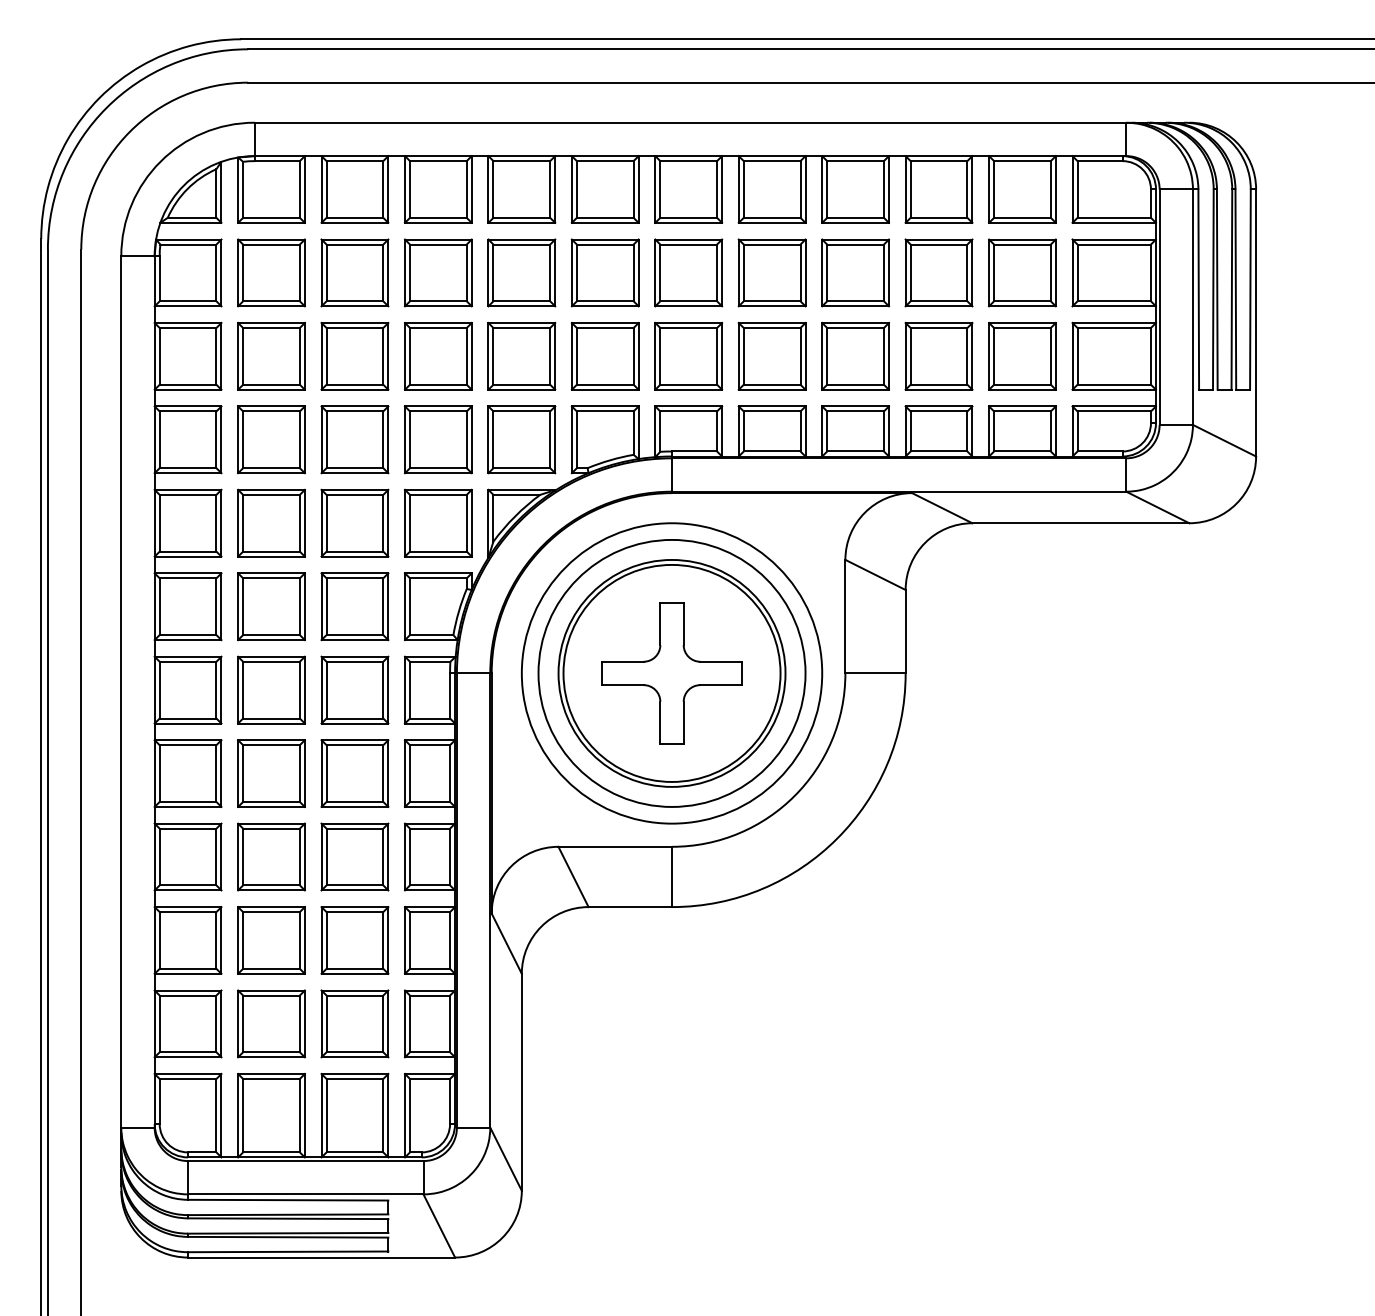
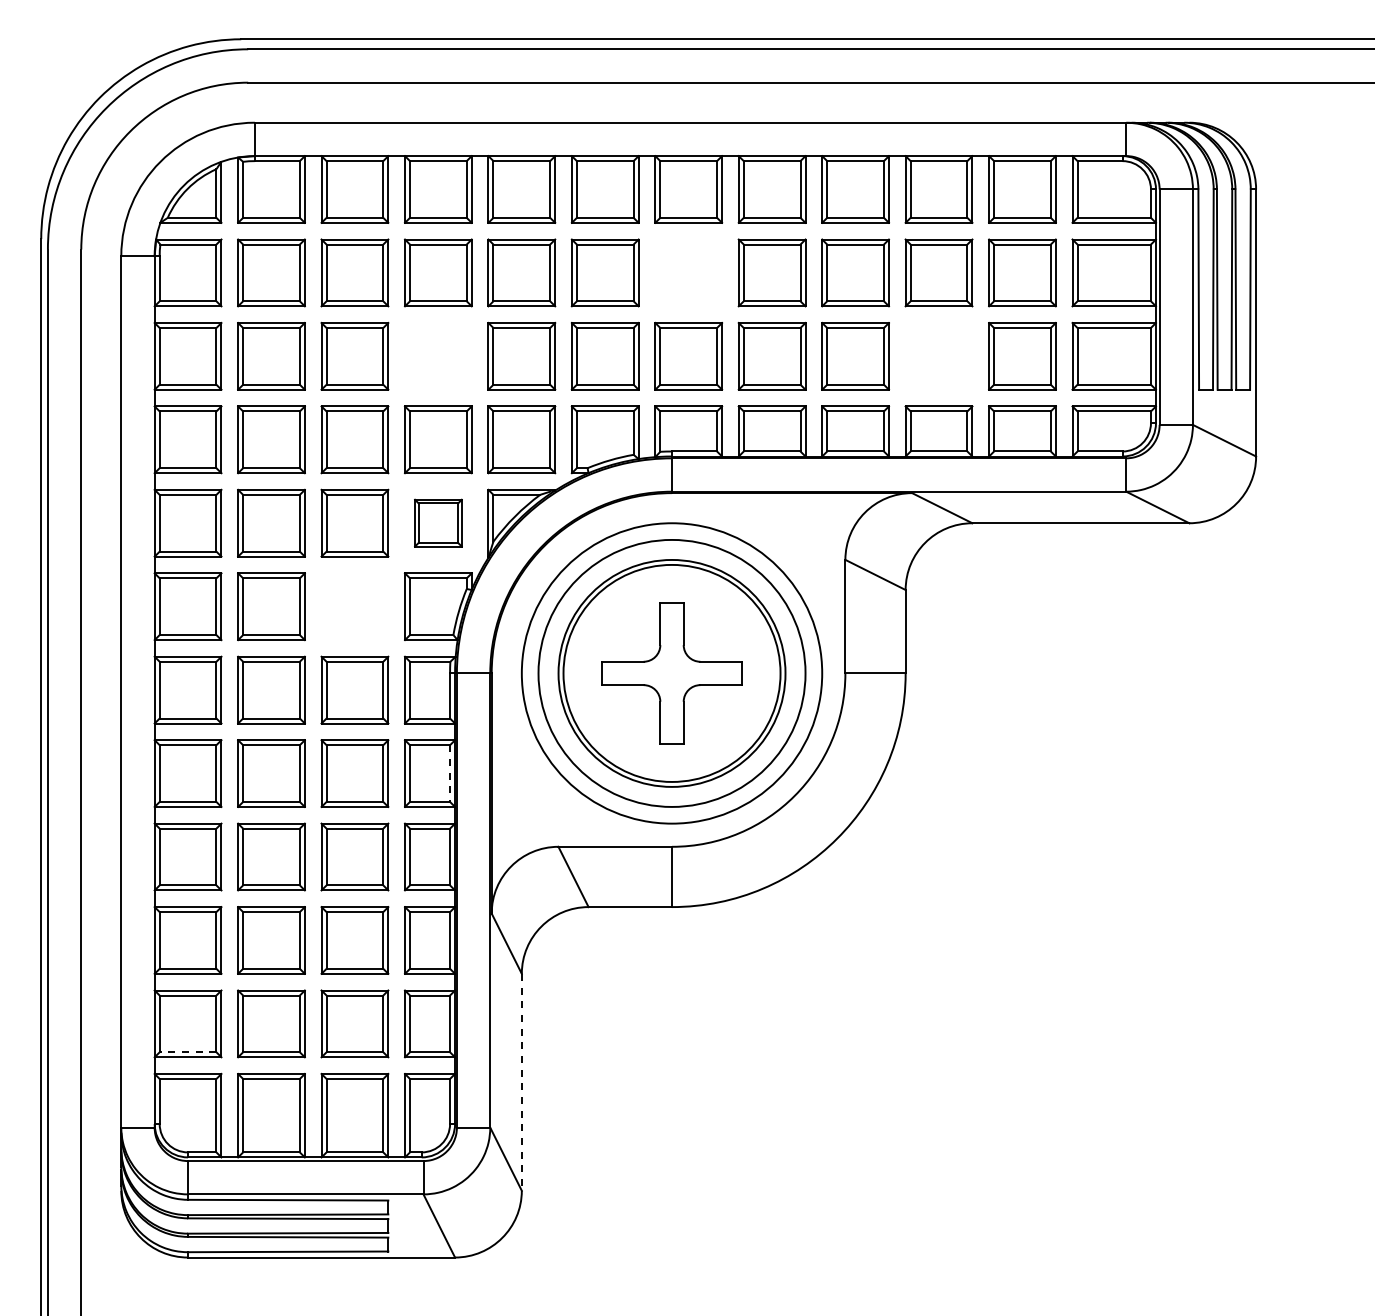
part at (688, 272): present -> none
part at (438, 355): present -> none
part at (938, 355): present -> none
part at (438, 522) size: 69x70 px -> 49x50 px
part at (354, 606): present -> none
line at (450, 774): solid -> dashed
line at (187, 1052): solid -> dashed
line at (521, 1082): solid -> dashed
